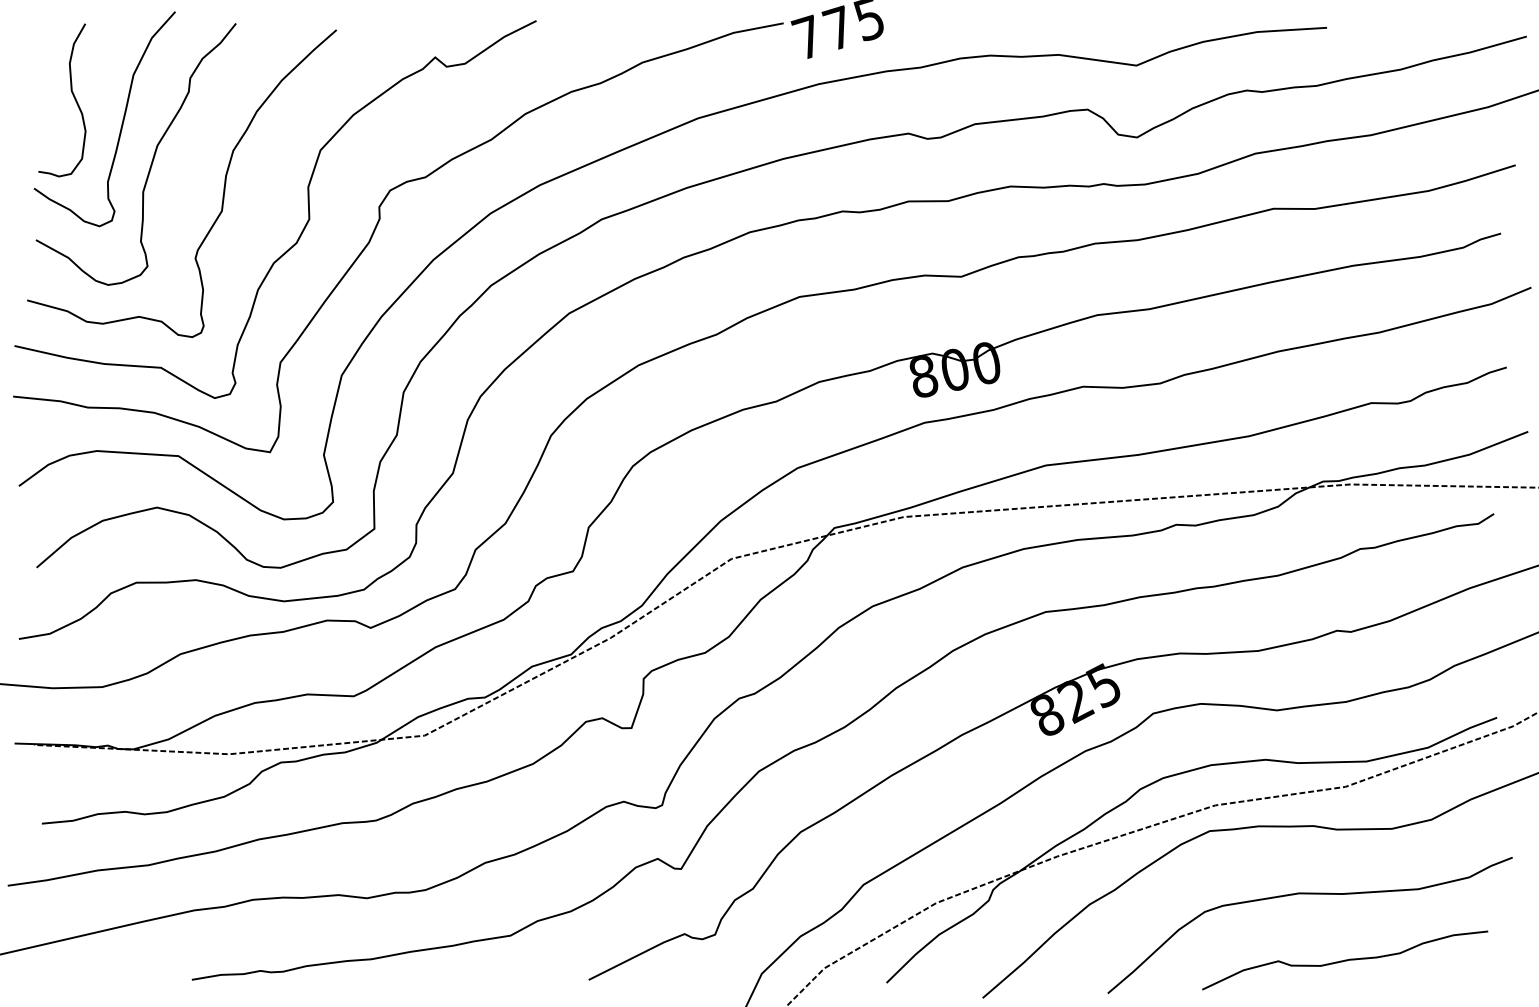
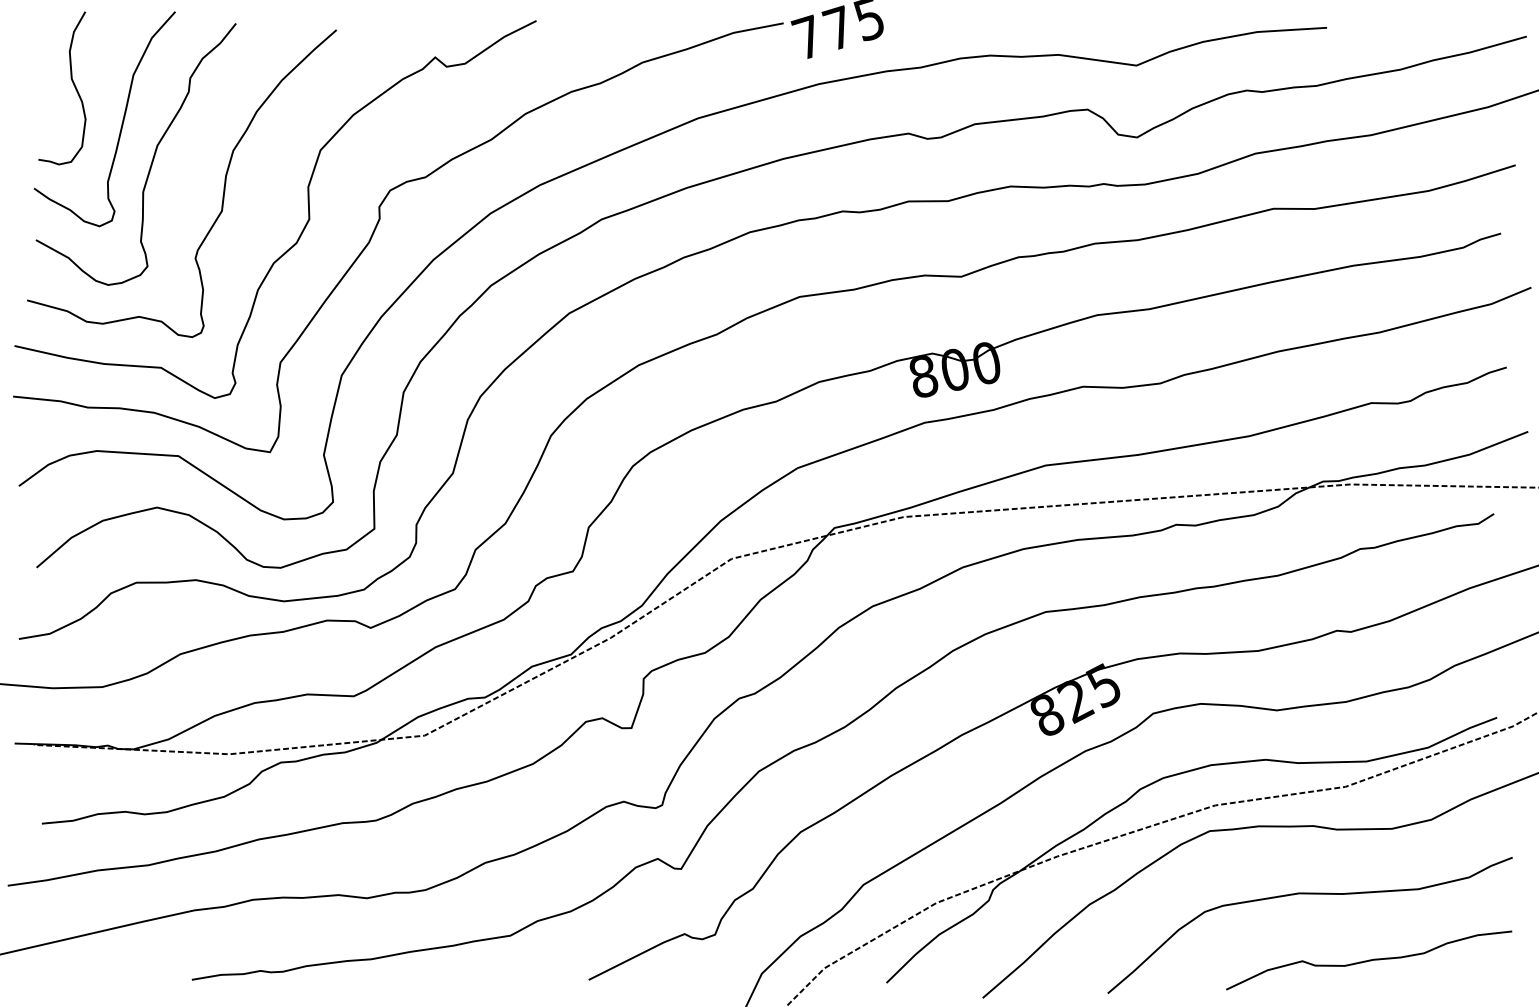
part at (72, 95) position: (72, 95) -> (72, 83)
curve at (1345, 960) position: (1345, 960) -> (1369, 960)
